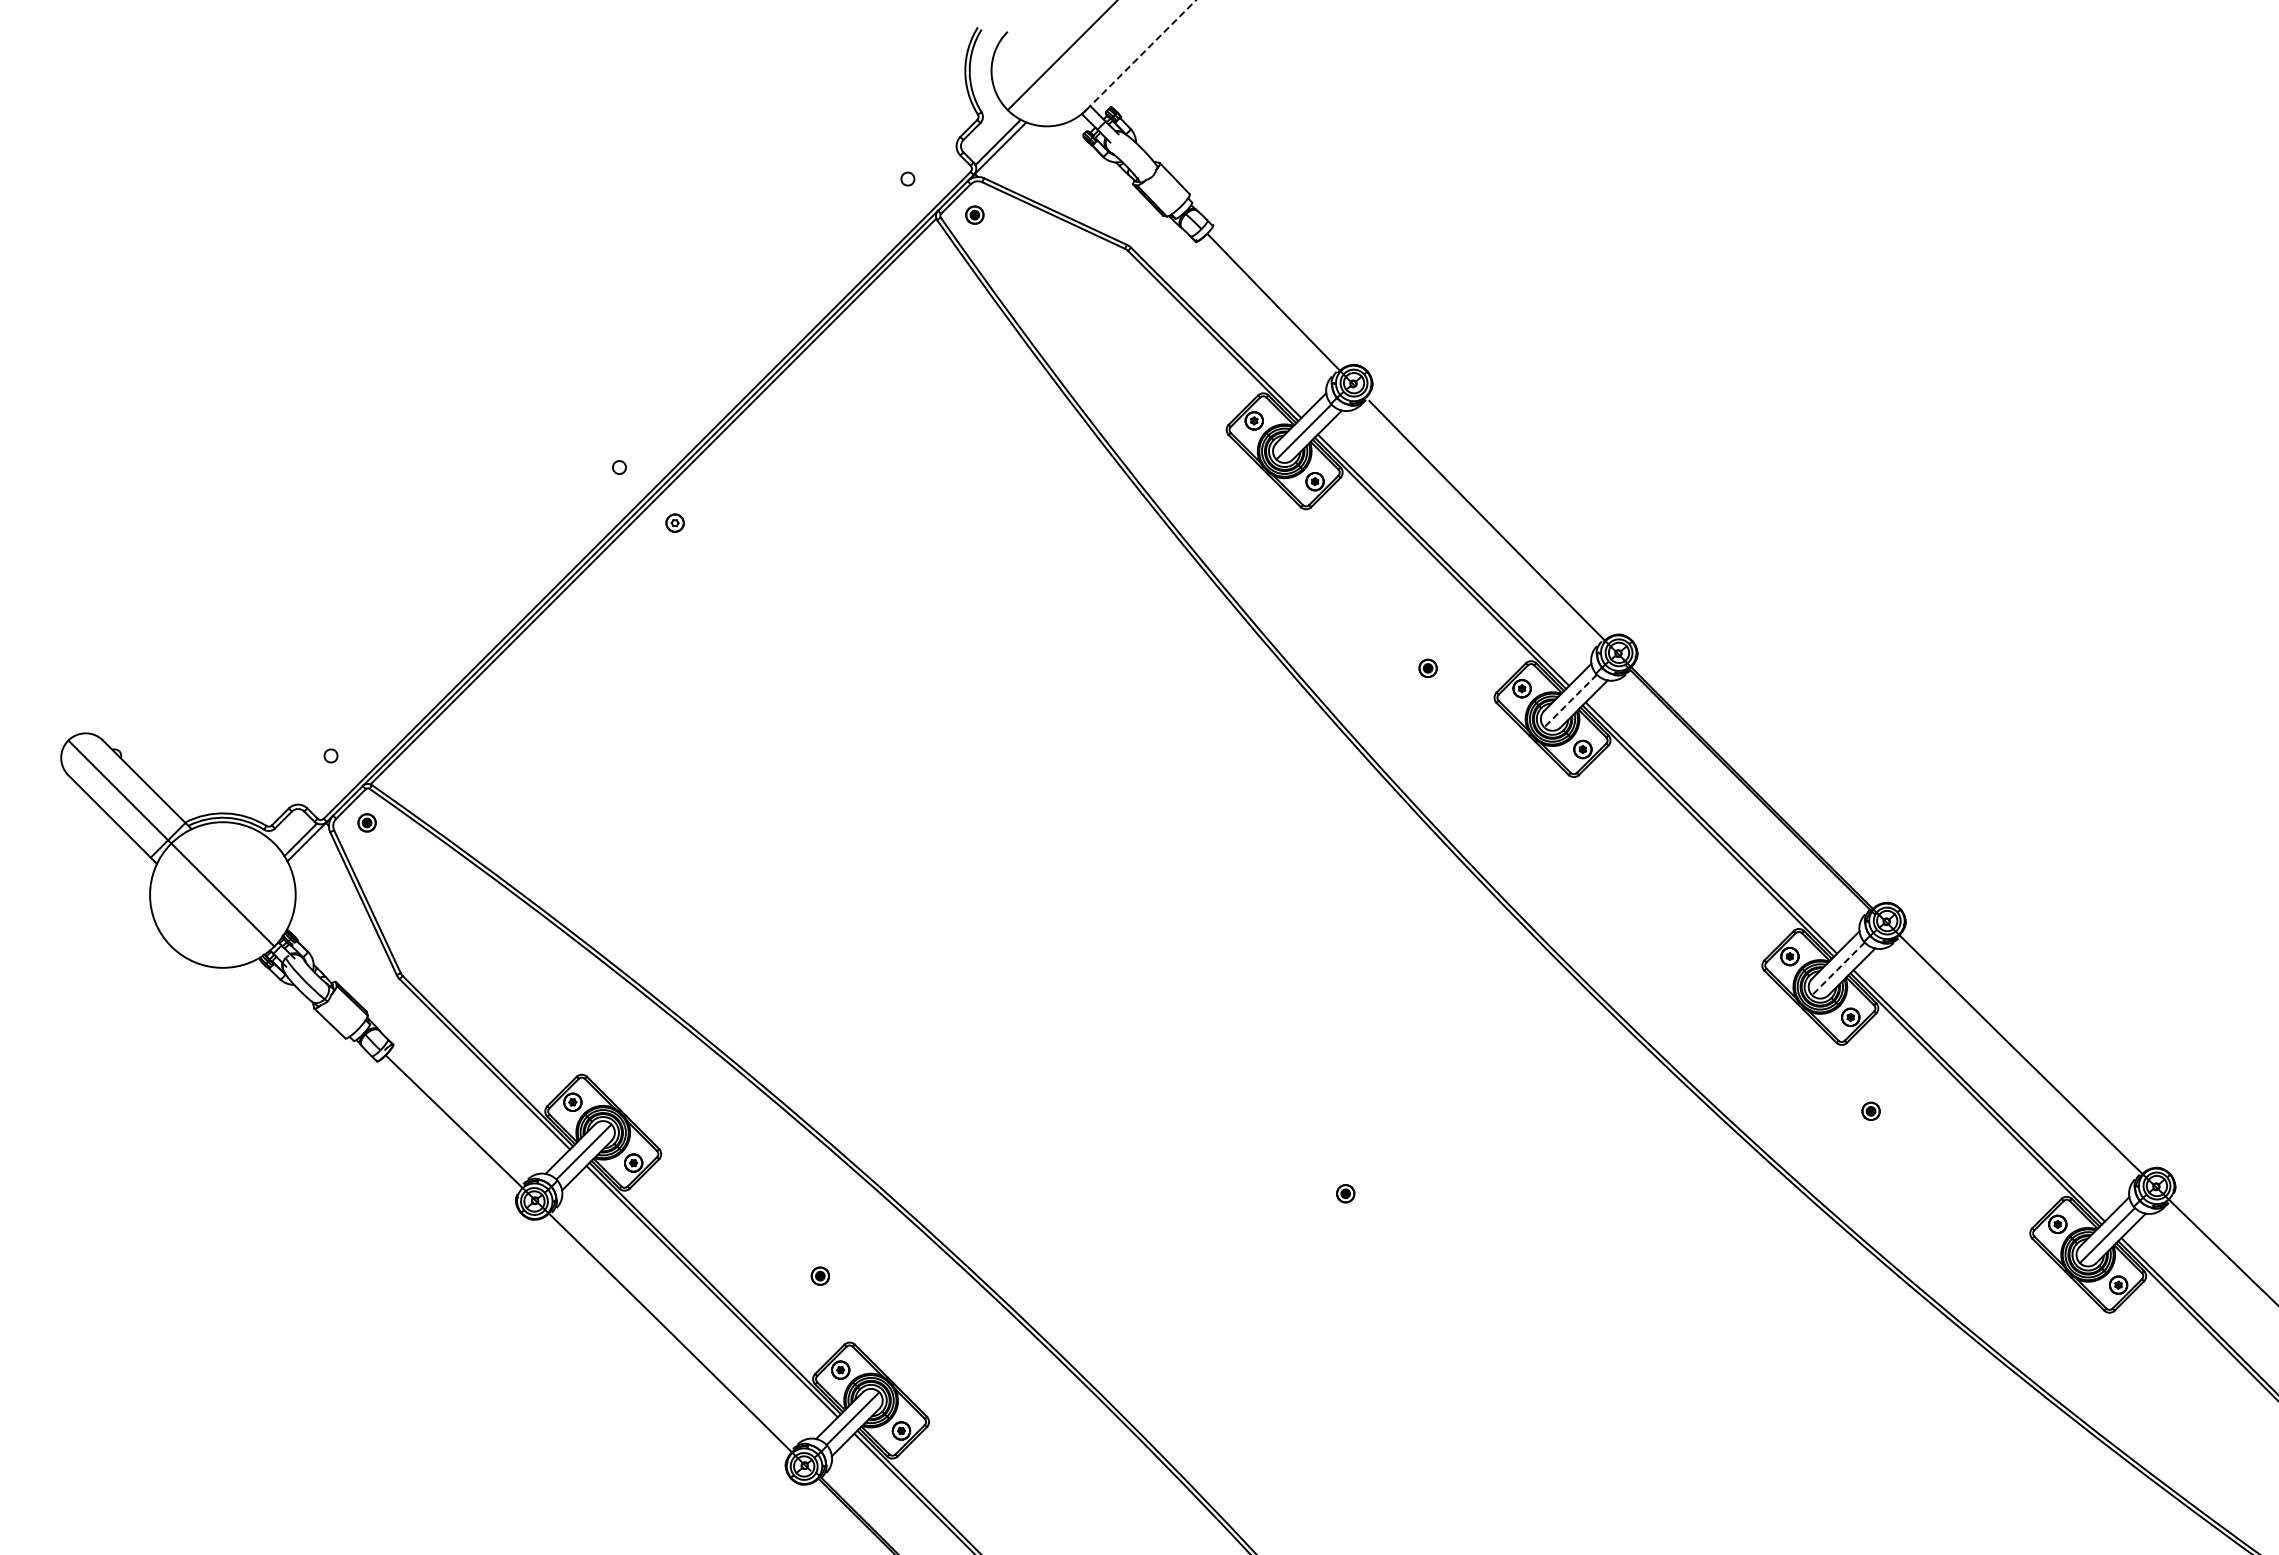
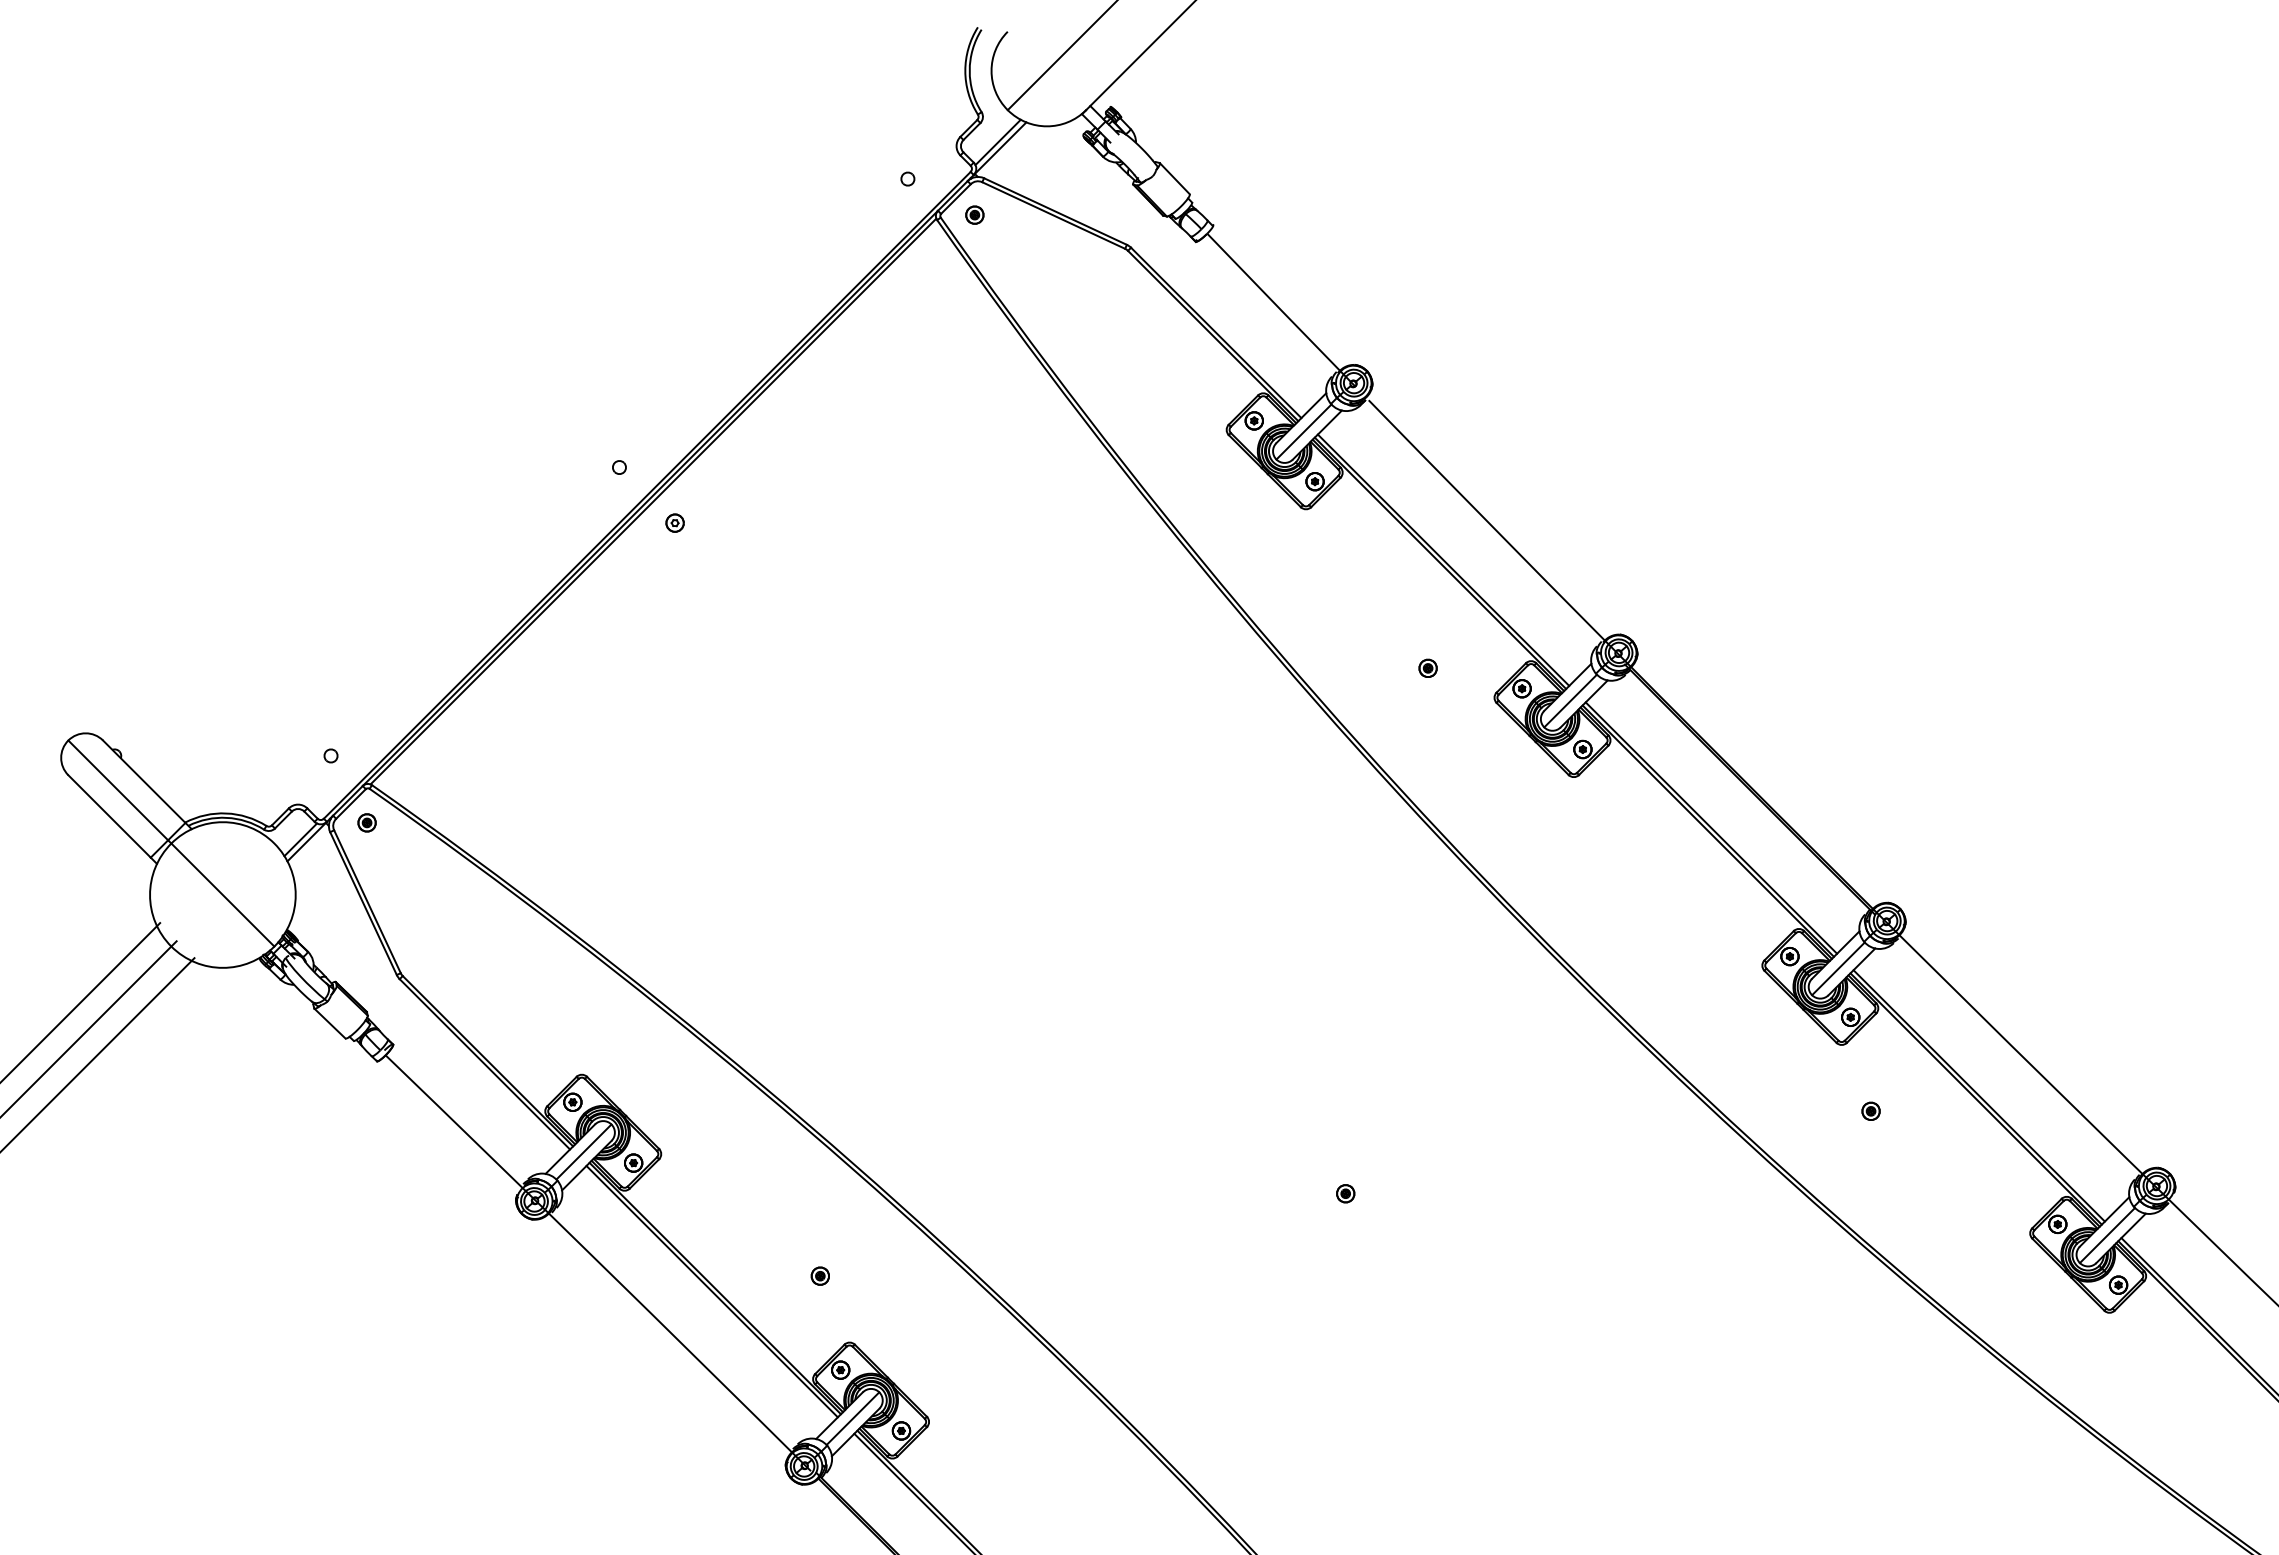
line at (1141, 55): dashed -> solid
line at (1570, 701): dashed -> solid
line at (1838, 969): dashed -> solid
line at (81, 1001): none -> present
line at (89, 1028): none -> present
line at (98, 1054): none -> present
